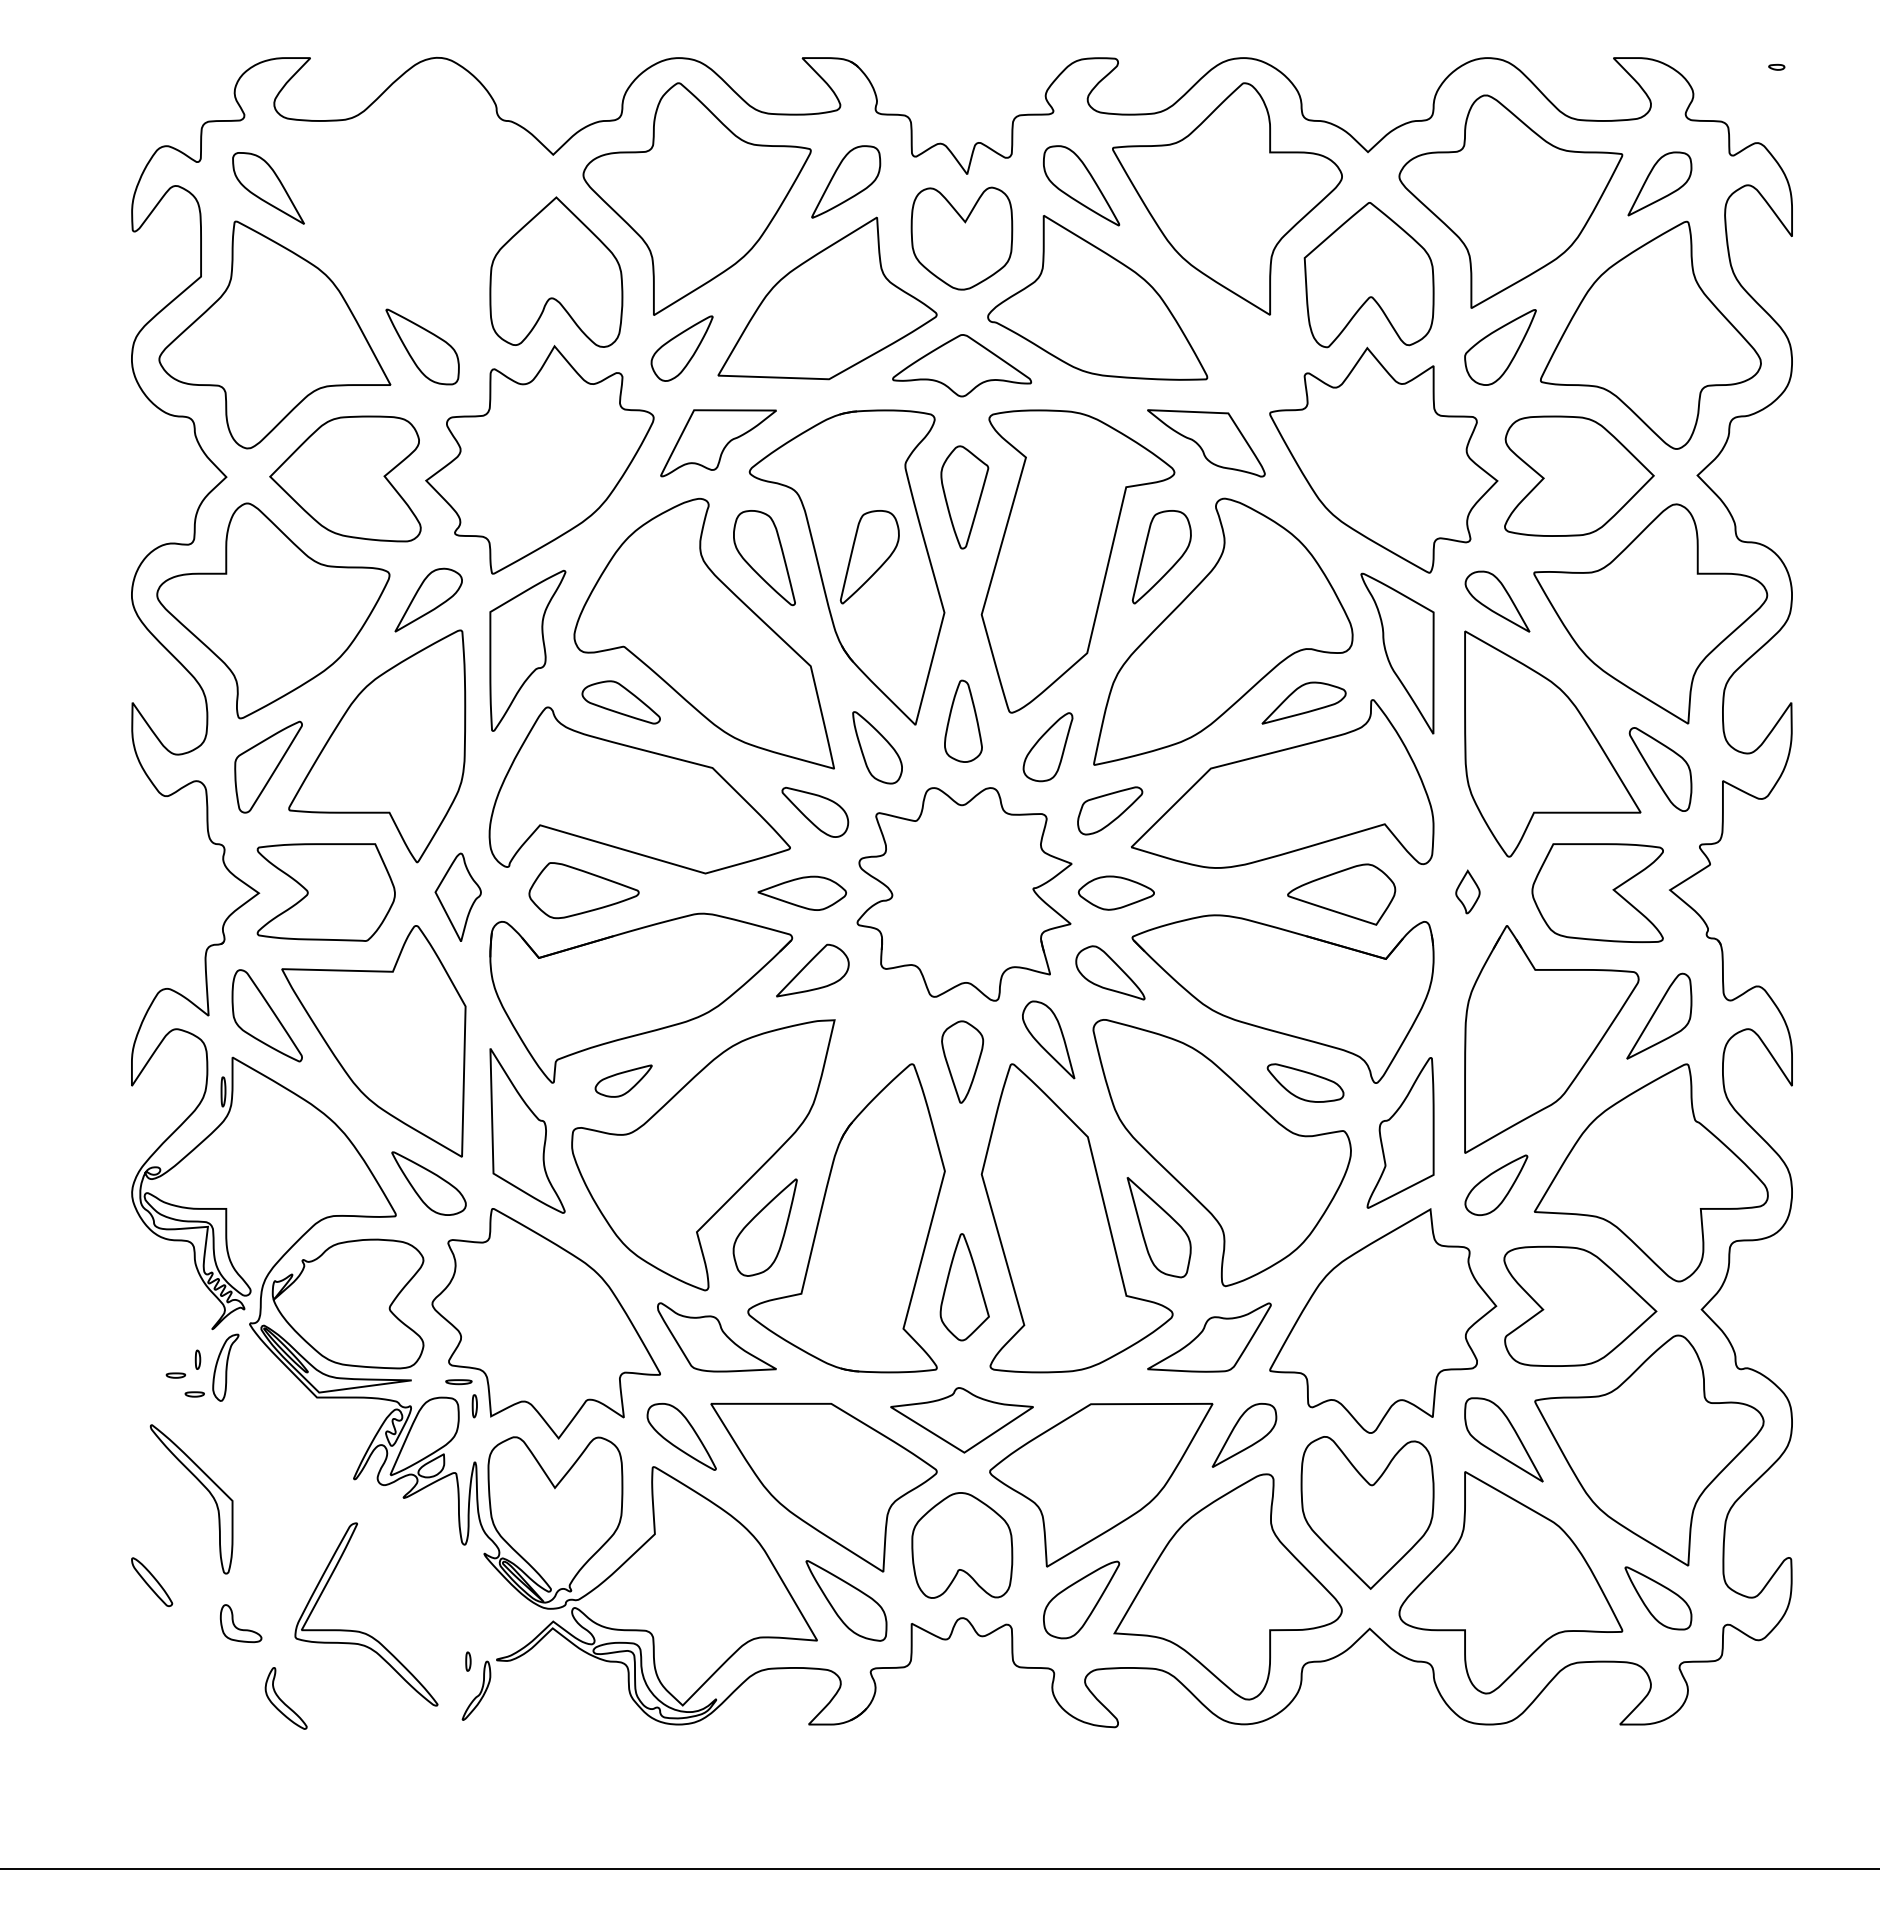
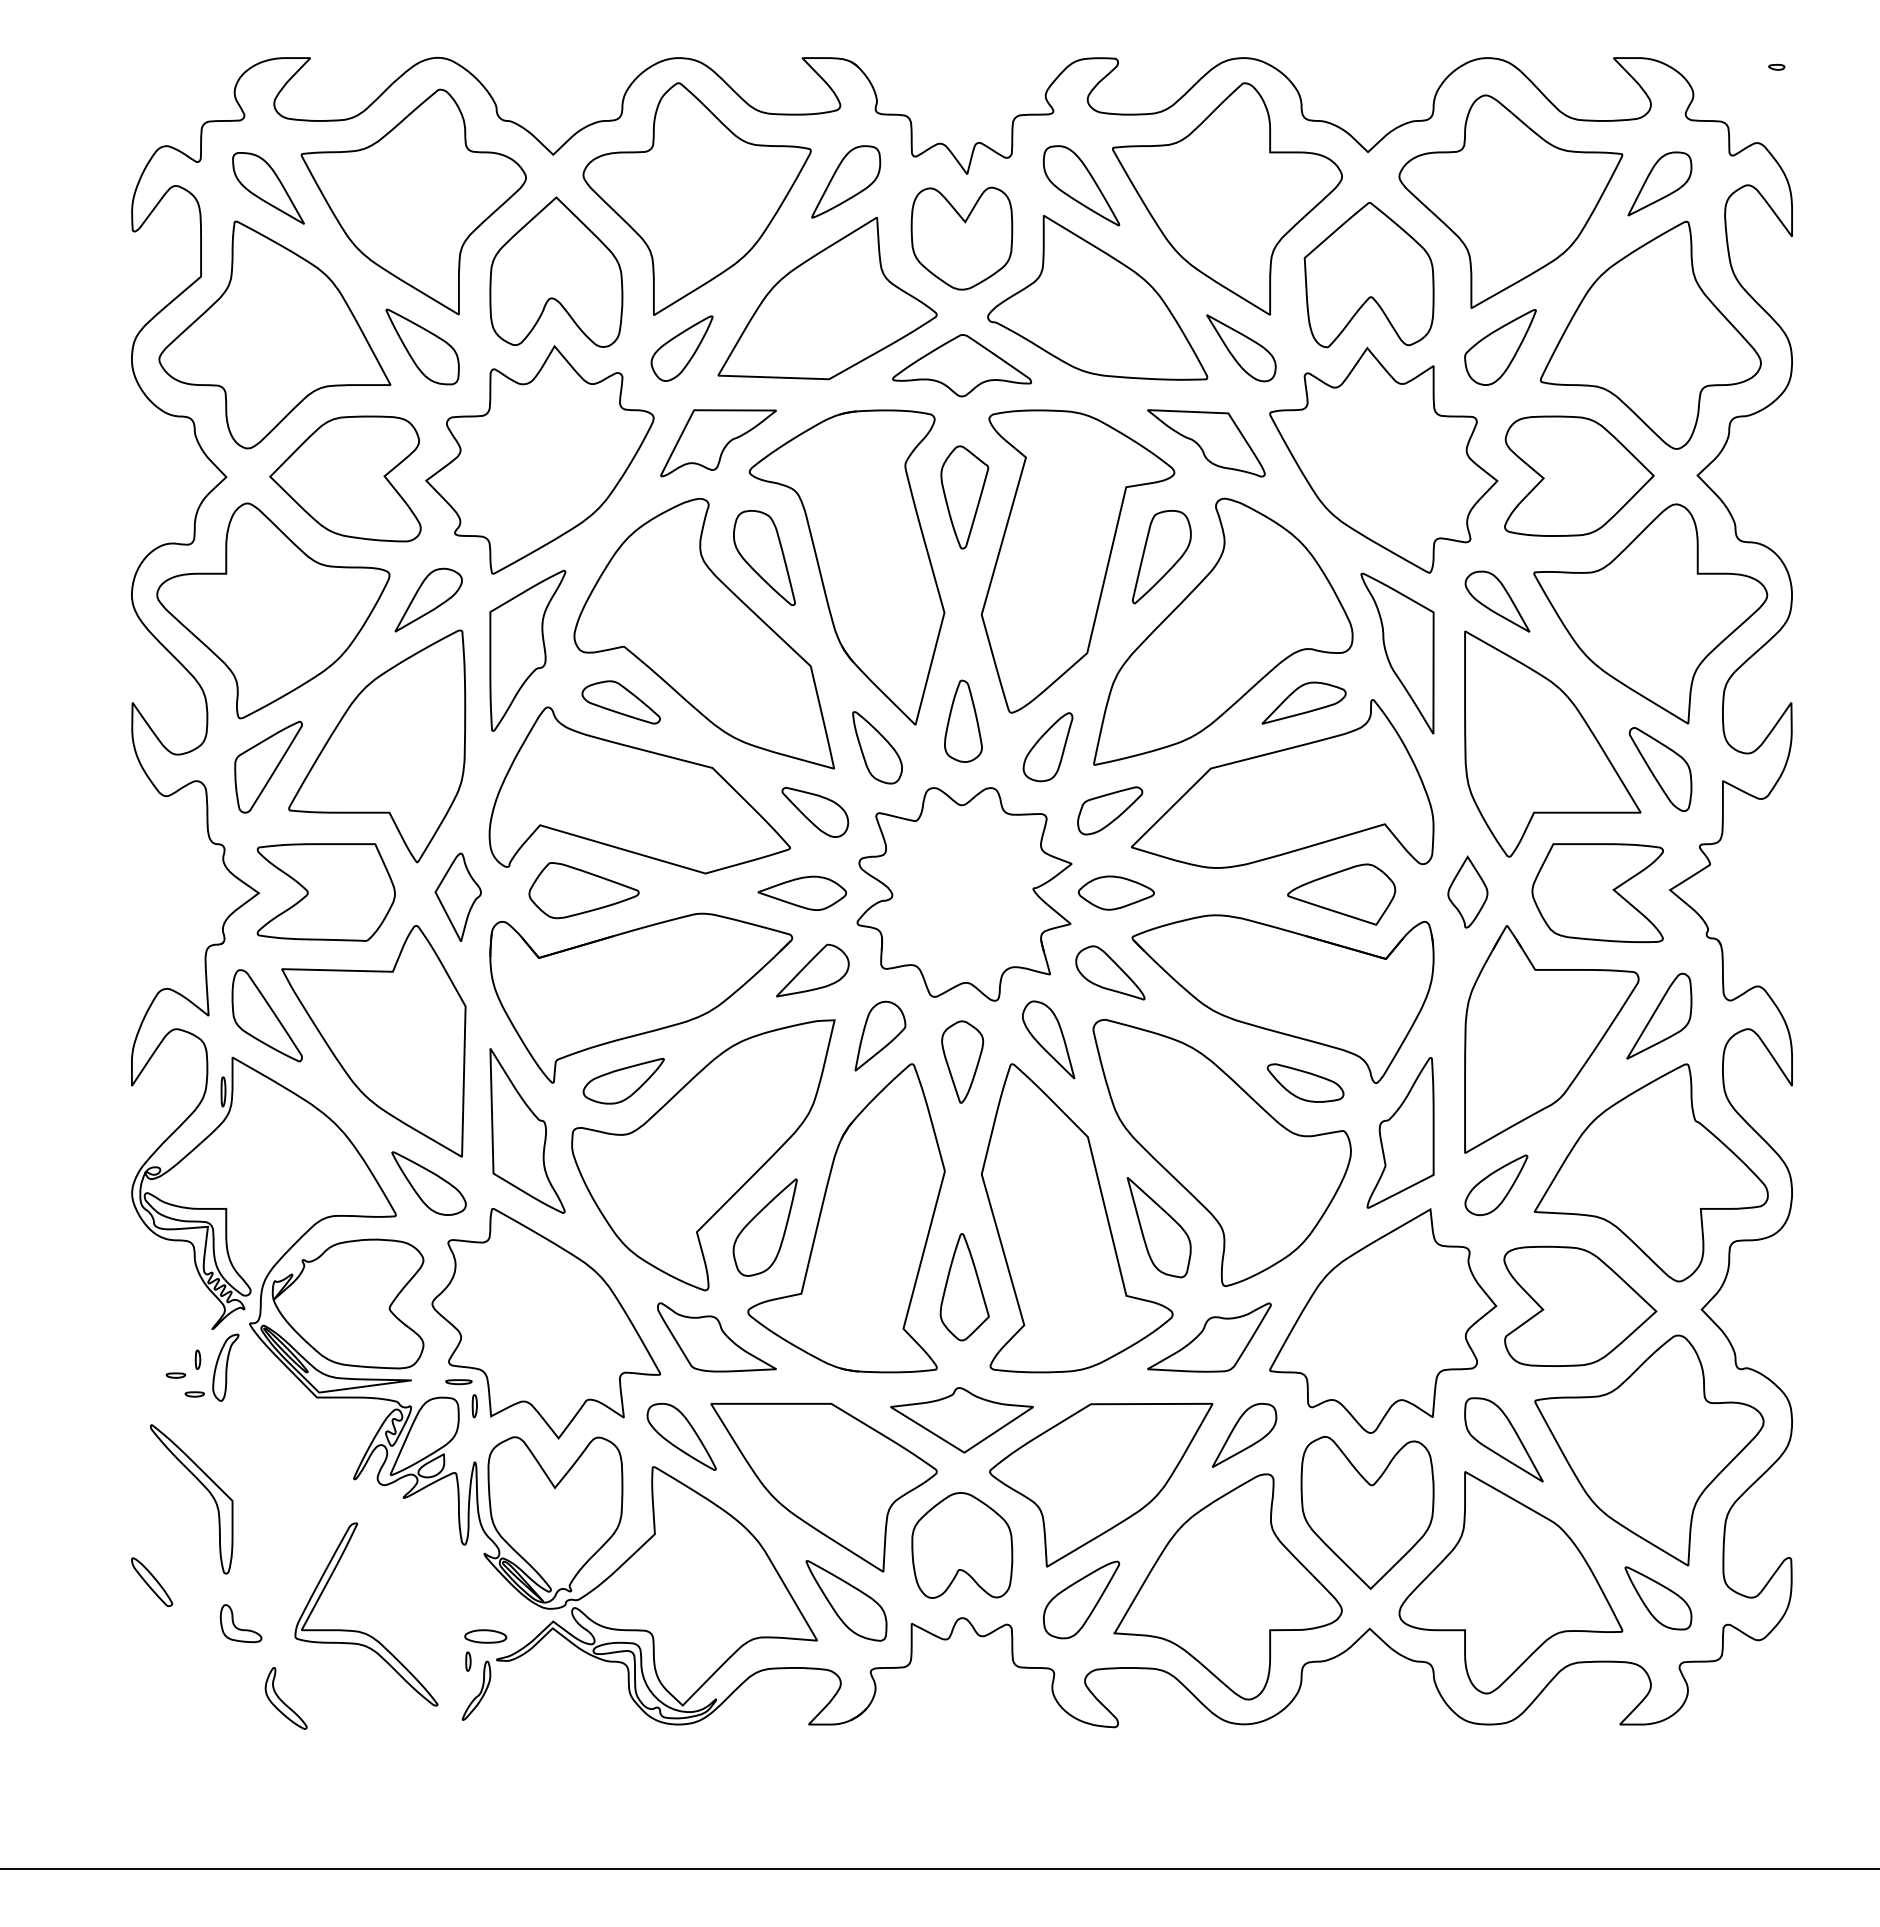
part at (413, 201): none -> present
part at (1241, 348): none -> present
part at (869, 557): present -> none
part at (1467, 891) size: 26x46 px -> 42x74 px
part at (880, 1035): none -> present
part at (623, 1080) size: 59x34 px -> 83x48 px
part at (485, 1636): none -> present
